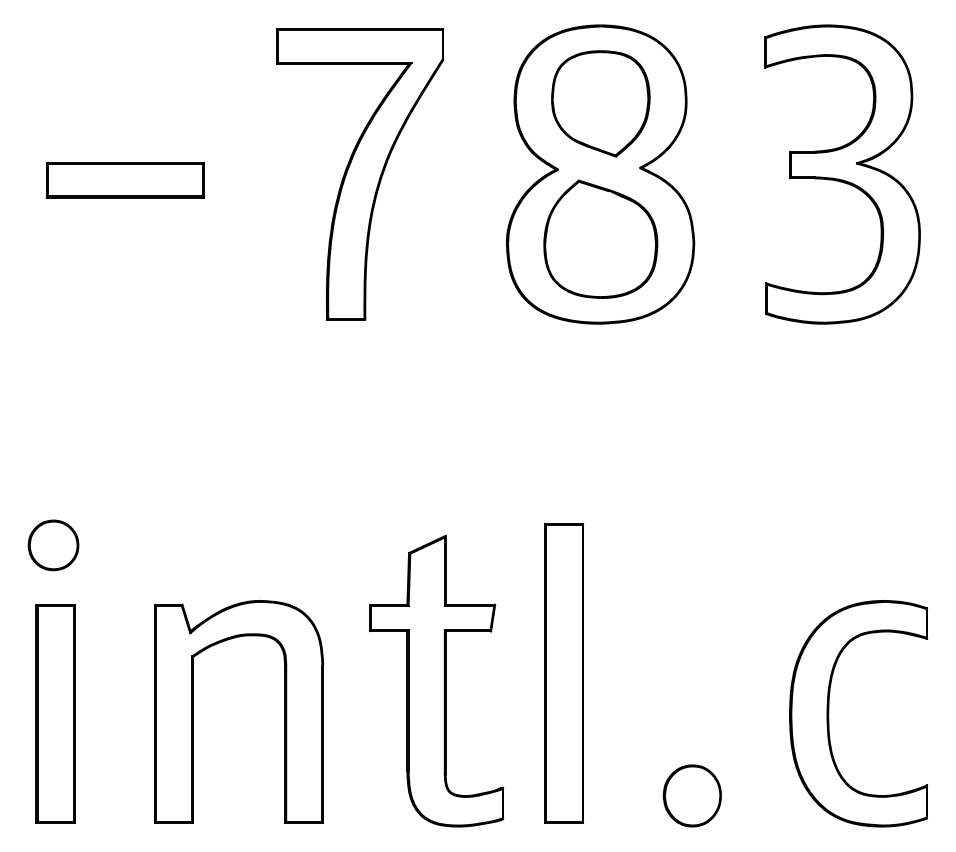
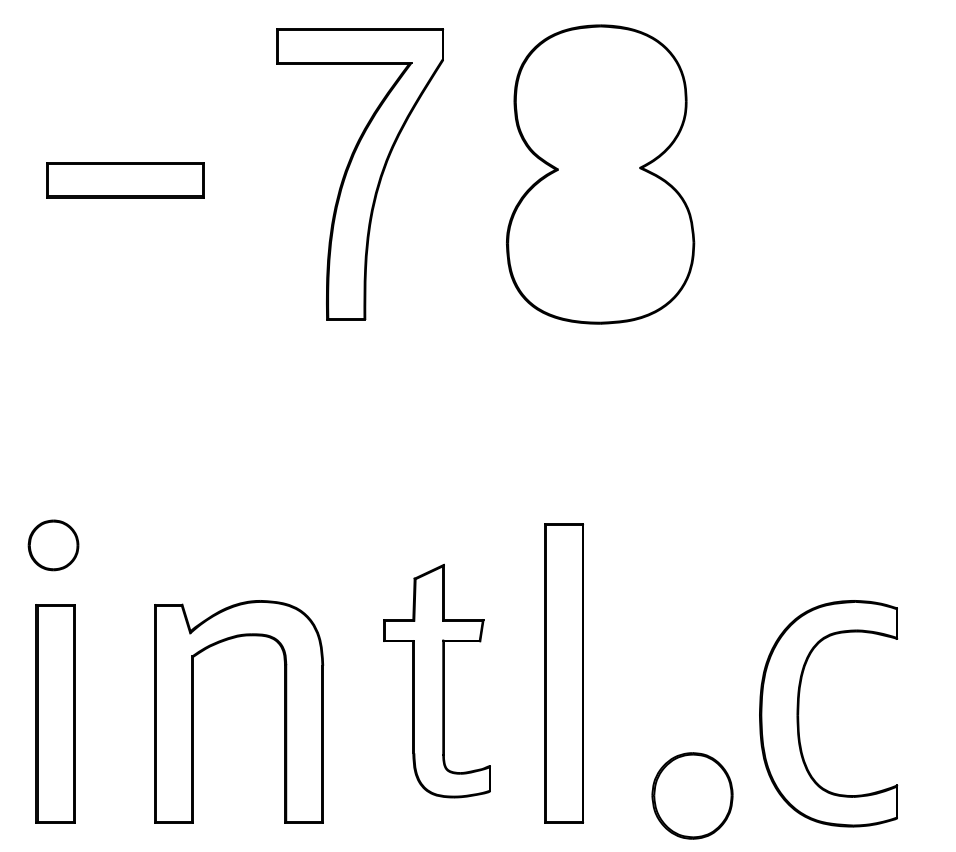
part at (600, 103): present -> none
part at (842, 174): present -> none
part at (600, 238): present -> none
part at (436, 680) size: 136x294 px -> 108x236 px
part at (829, 713) position: (829, 713) -> (799, 713)
part at (691, 795) size: 60x64 px -> 83x88 px
